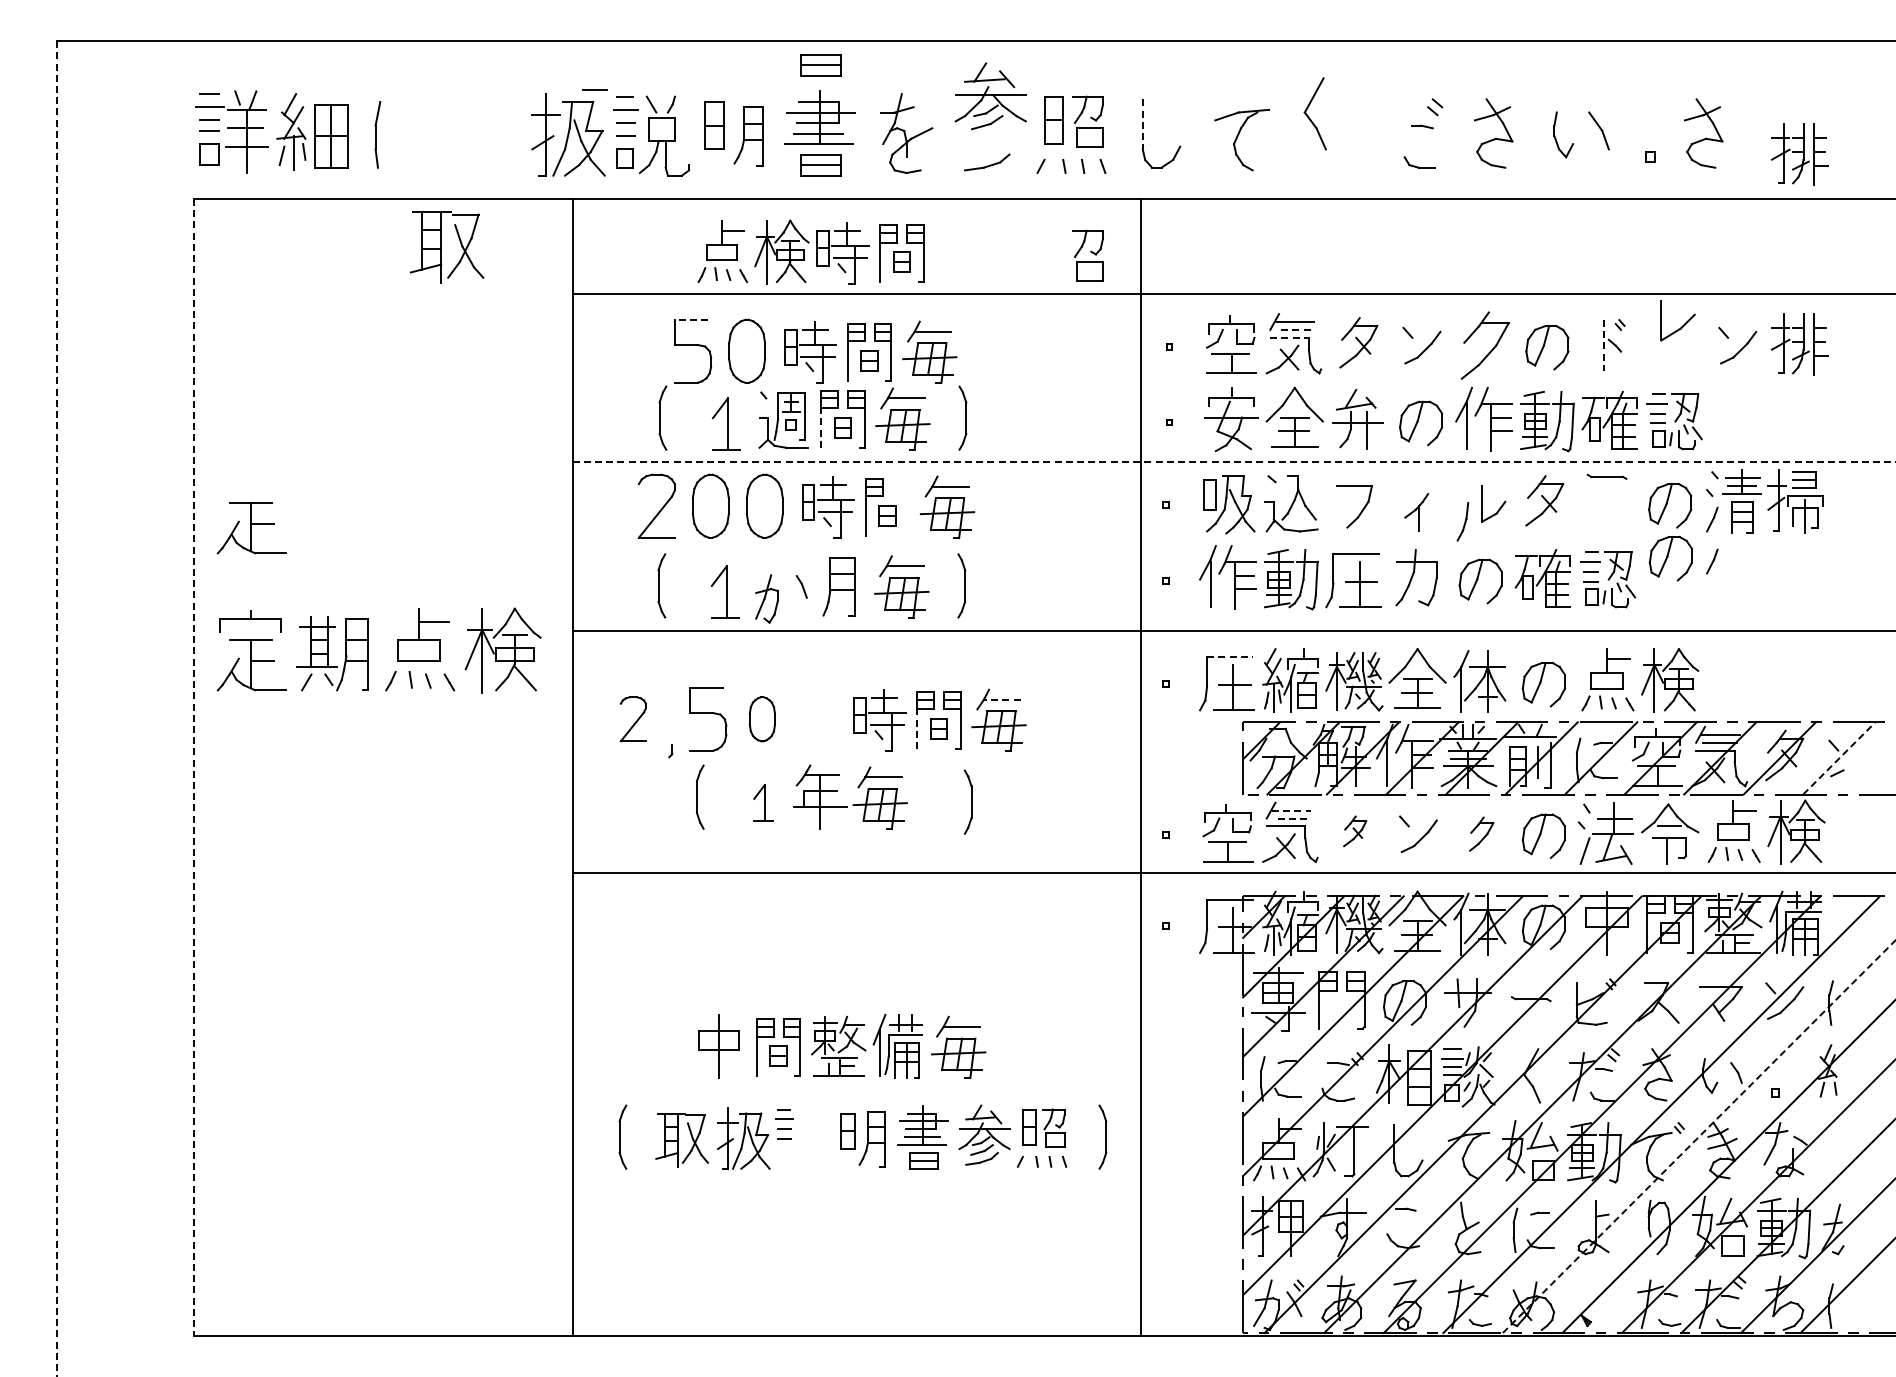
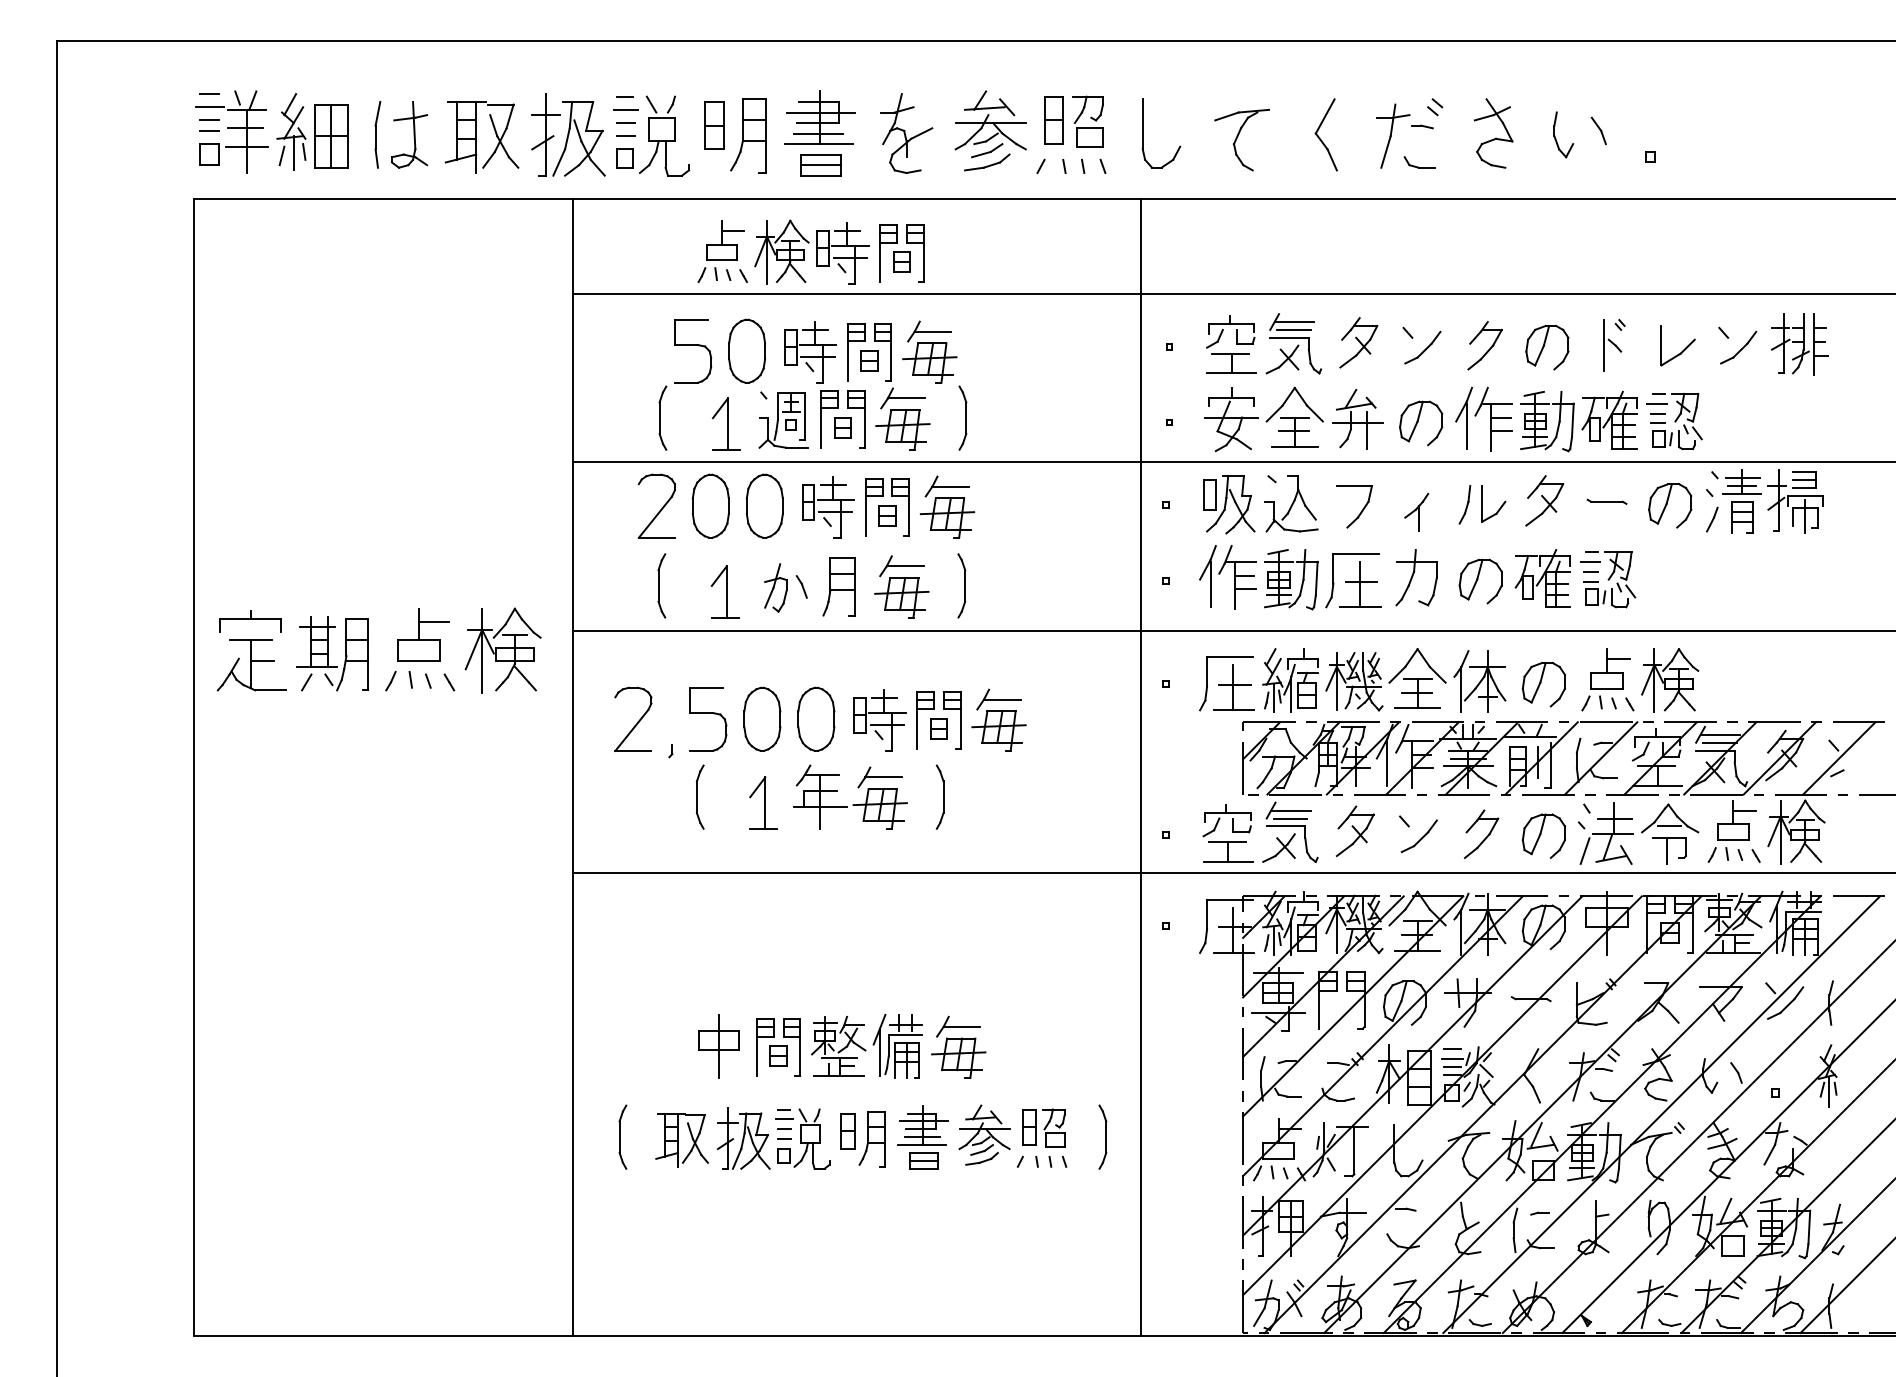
part at (820, 65): present -> none
line at (594, 89): present -> none
part at (990, 96) position: (990, 96) -> (990, 124)
part at (1308, 115) position: (1308, 115) -> (1319, 136)
line at (1142, 124): dashed -> solid
part at (1598, 130) size: 22x40 px -> 17x30 px
part at (1703, 133): present -> none
part at (408, 134): none -> present
part at (1393, 135): none -> present
part at (748, 136) size: 31x61 px -> 37x76 px
part at (1799, 154): present -> none
part at (446, 247) position: (446, 247) -> (481, 137)
part at (1087, 255): present -> none
line at (691, 319): dashed -> solid
part at (1682, 325) position: (1682, 325) -> (1682, 350)
line at (1293, 329): dashed -> solid
line at (1290, 337): dashed -> solid
part at (1484, 345) size: 50x69 px -> 36x50 px
line at (1603, 345): dashed -> solid
line at (821, 428): dashed -> solid
line at (1234, 462): dashed -> solid
part at (1606, 476) position: (1606, 476) -> (1606, 501)
part at (908, 507): none -> present
part at (1462, 521) position: (1462, 521) -> (1464, 504)
part at (251, 528): present -> none
part at (1670, 558): present -> none
line at (1712, 561): present -> none
part at (766, 598) position: (766, 598) -> (775, 587)
line at (1229, 657): dashed -> solid
line at (1001, 699): dashed -> solid
line at (56, 708): dashed -> solid
part at (816, 718): none -> present
part at (632, 719) size: 28x47 px -> 39x66 px
part at (761, 719) size: 28x47 px -> 39x66 px
line at (917, 729): dashed -> solid
line at (1839, 758): dashed -> solid
line at (193, 767): dashed -> solid
part at (967, 801) position: (967, 801) -> (939, 796)
part at (763, 802) size: 21x38 px -> 29x54 px
line at (1291, 810): dashed -> solid
line at (1290, 818): dashed -> solid
part at (1355, 831) size: 25x33 px -> 40x53 px
part at (1481, 833) size: 26x36 px -> 36x50 px
line at (1829, 1091): none -> present
line at (1699, 1136): dashed -> solid
part at (803, 1138): none -> present
